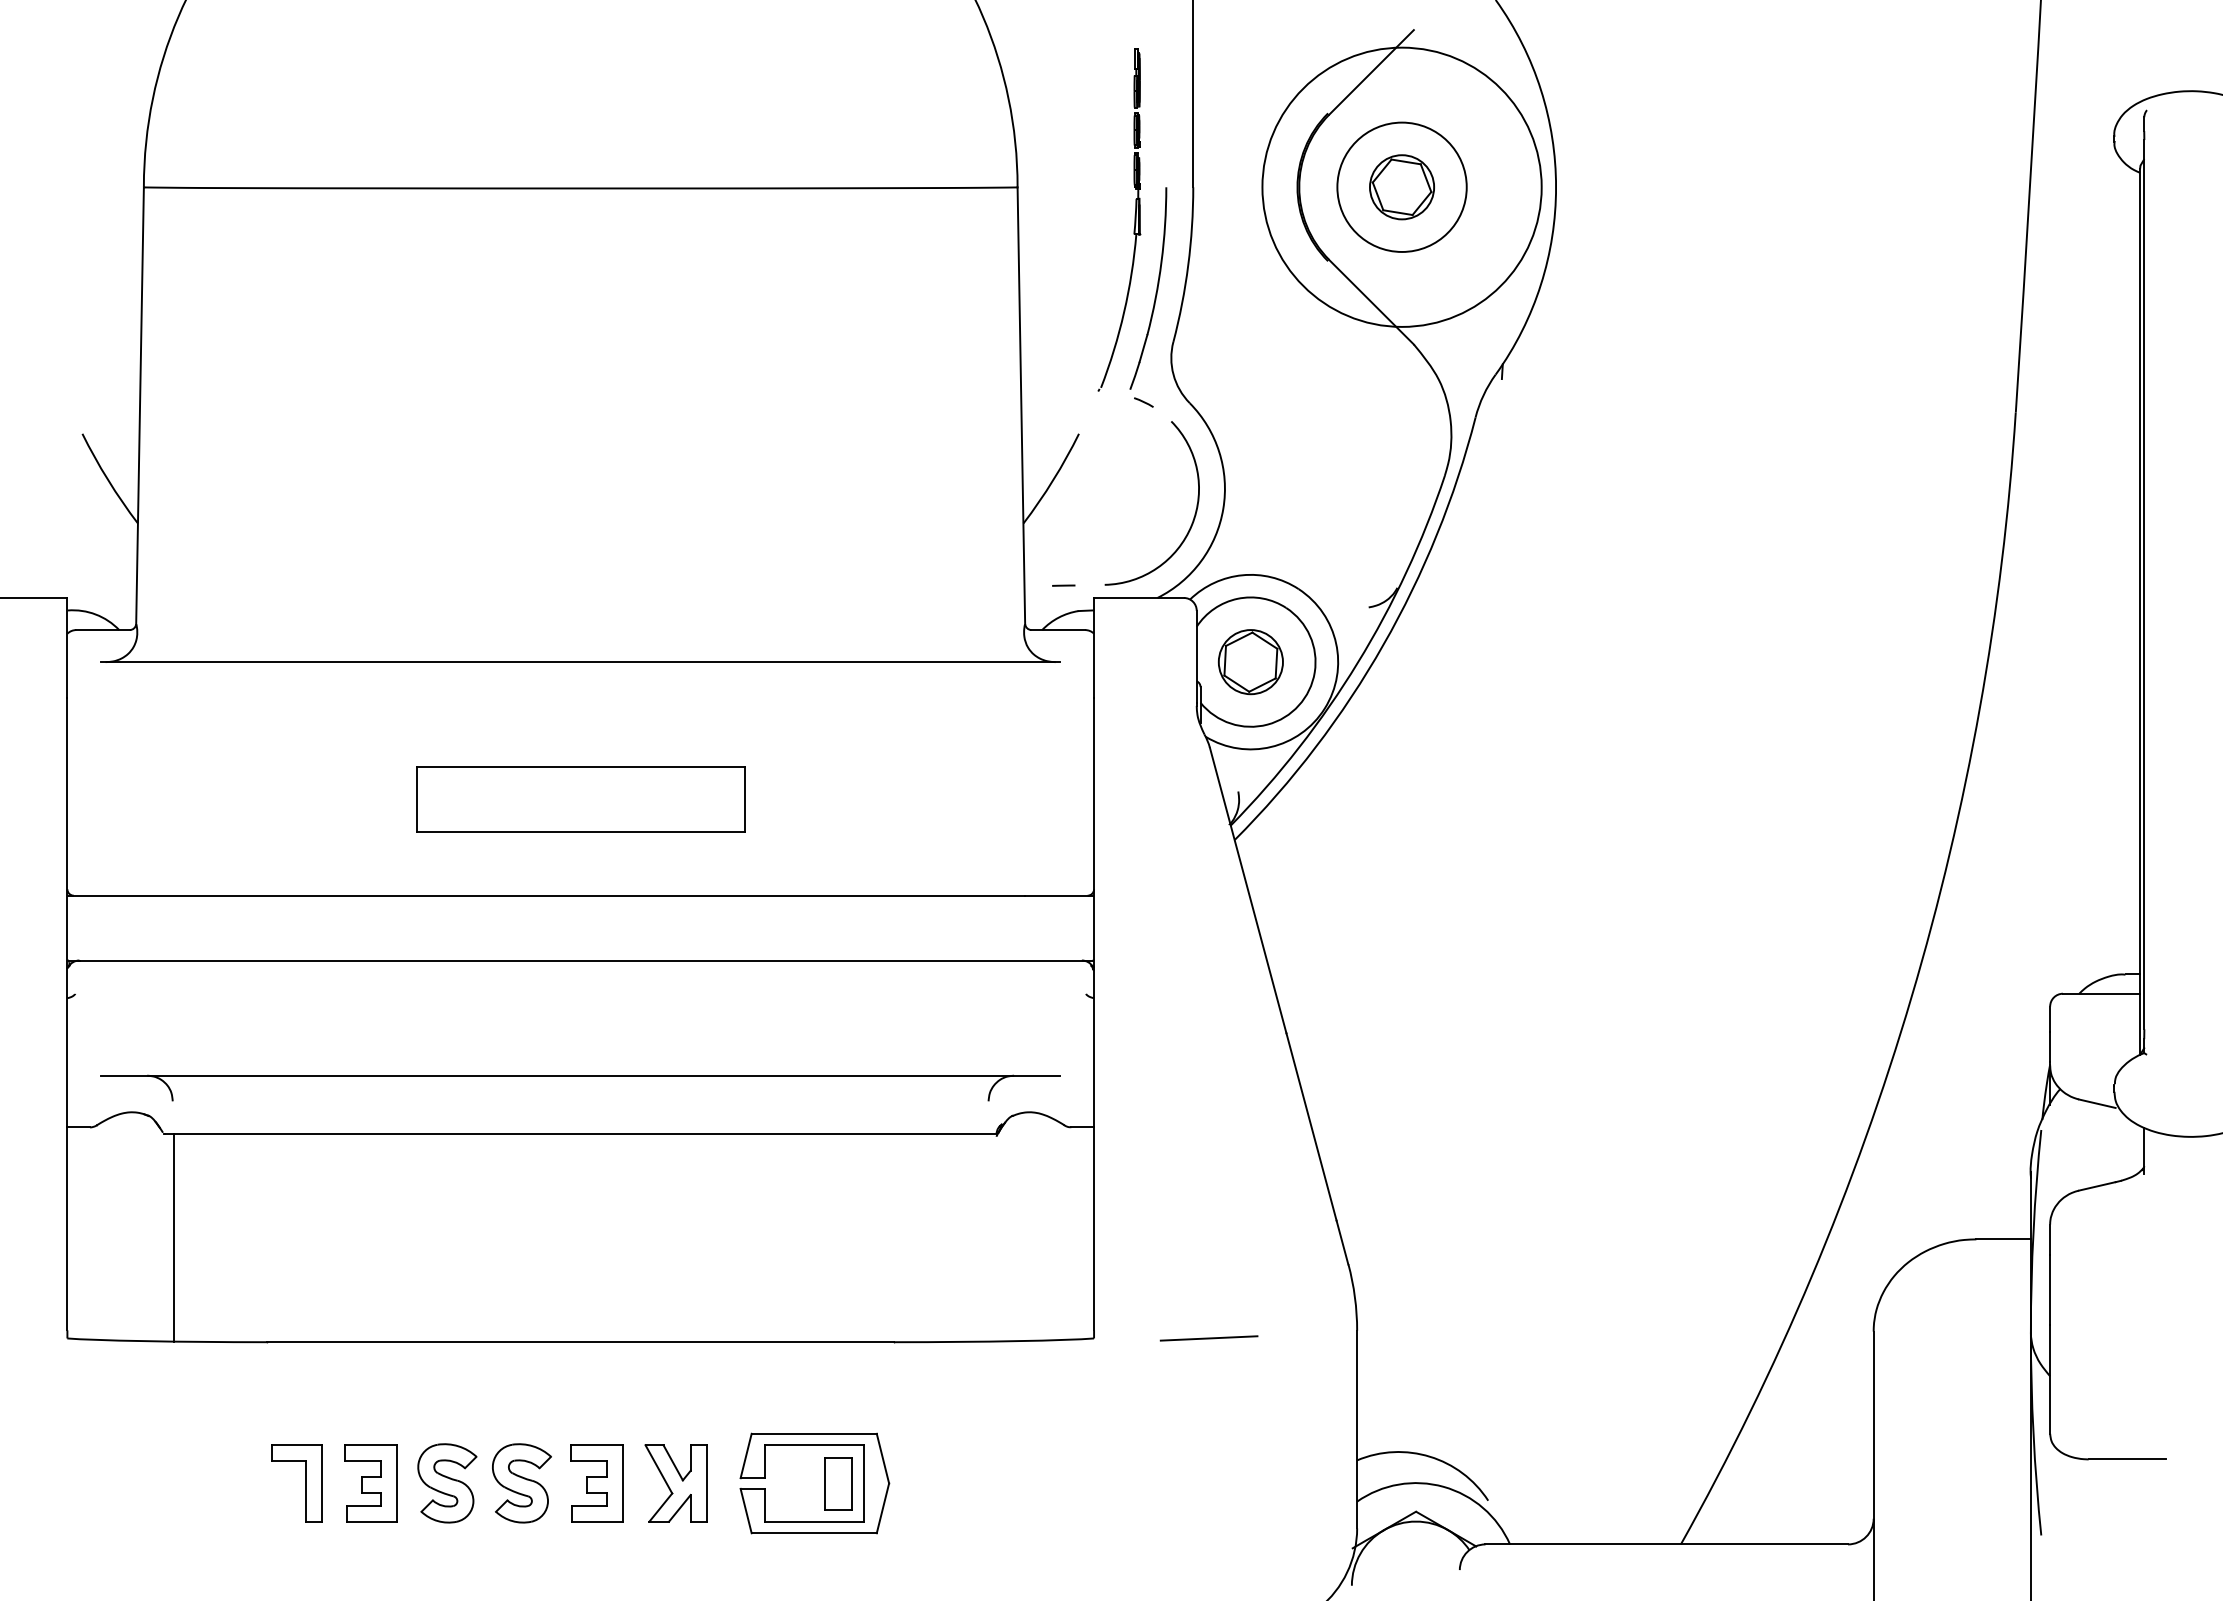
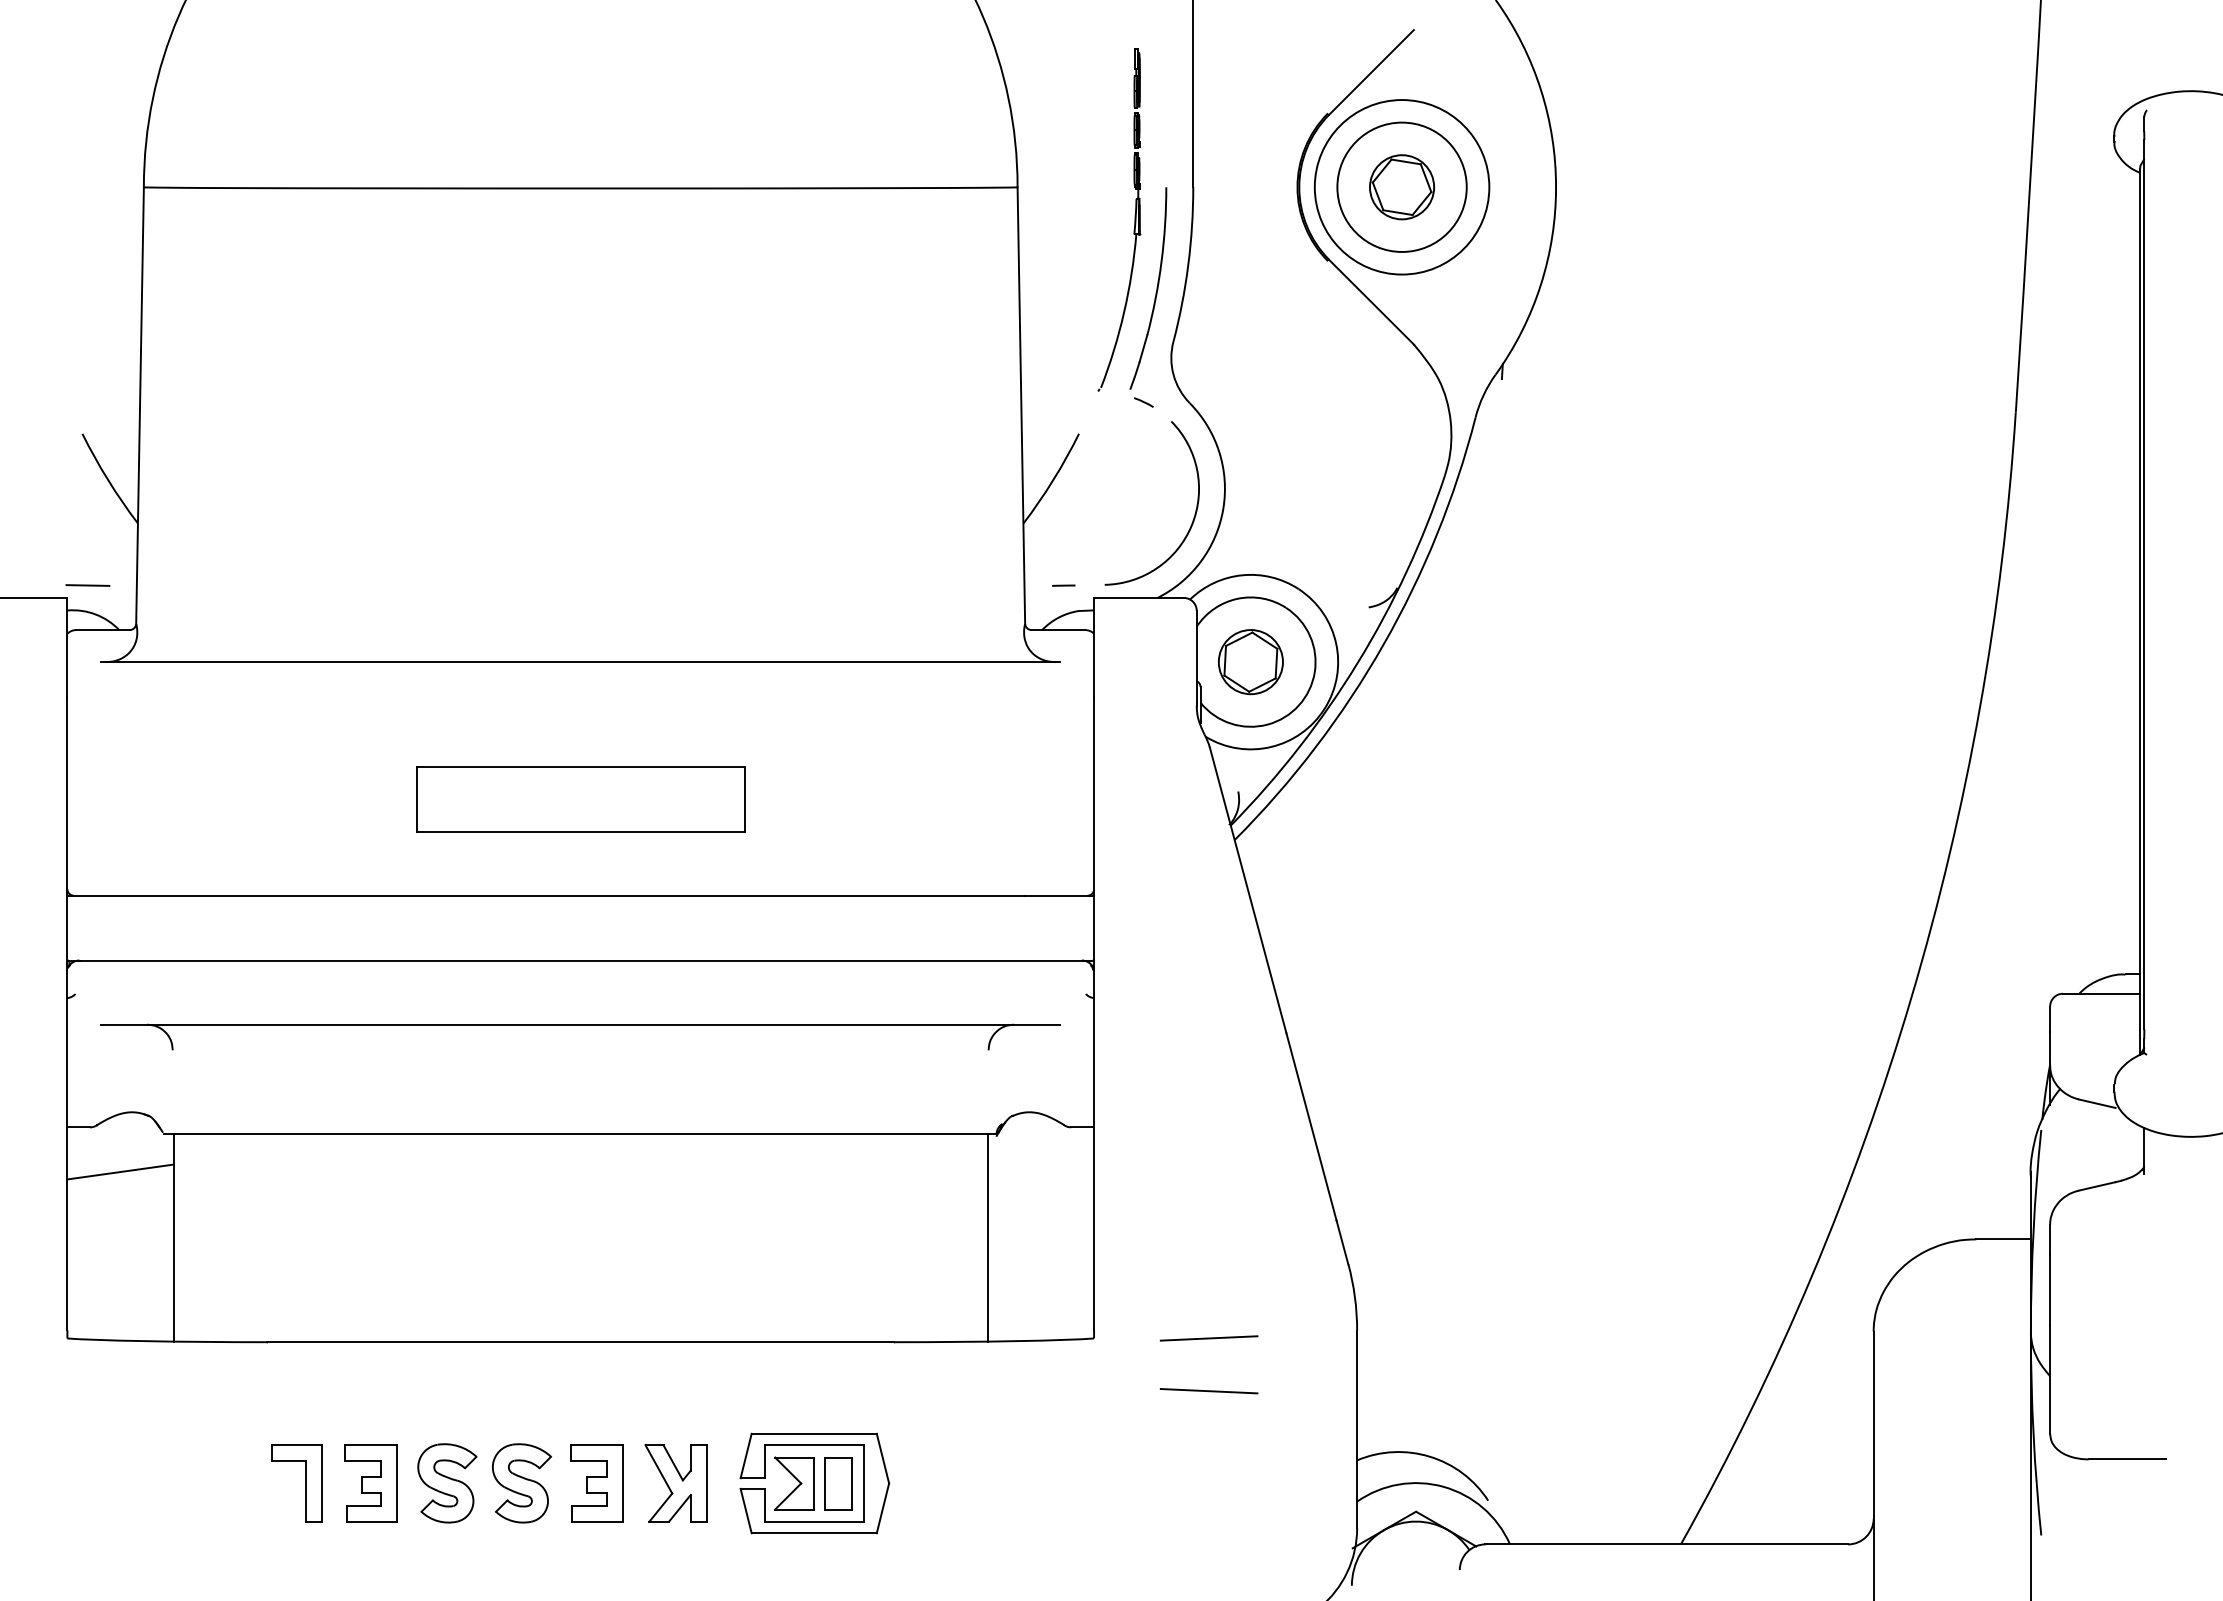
circle at (1401, 186) diameter: 279 px -> 175 px
line at (87, 585): none -> present
part at (580, 1076) position: (580, 1076) -> (580, 1025)
line at (120, 1171): none -> present
line at (987, 1237): none -> present
line at (1208, 1391): none -> present
part at (794, 1483): none -> present
